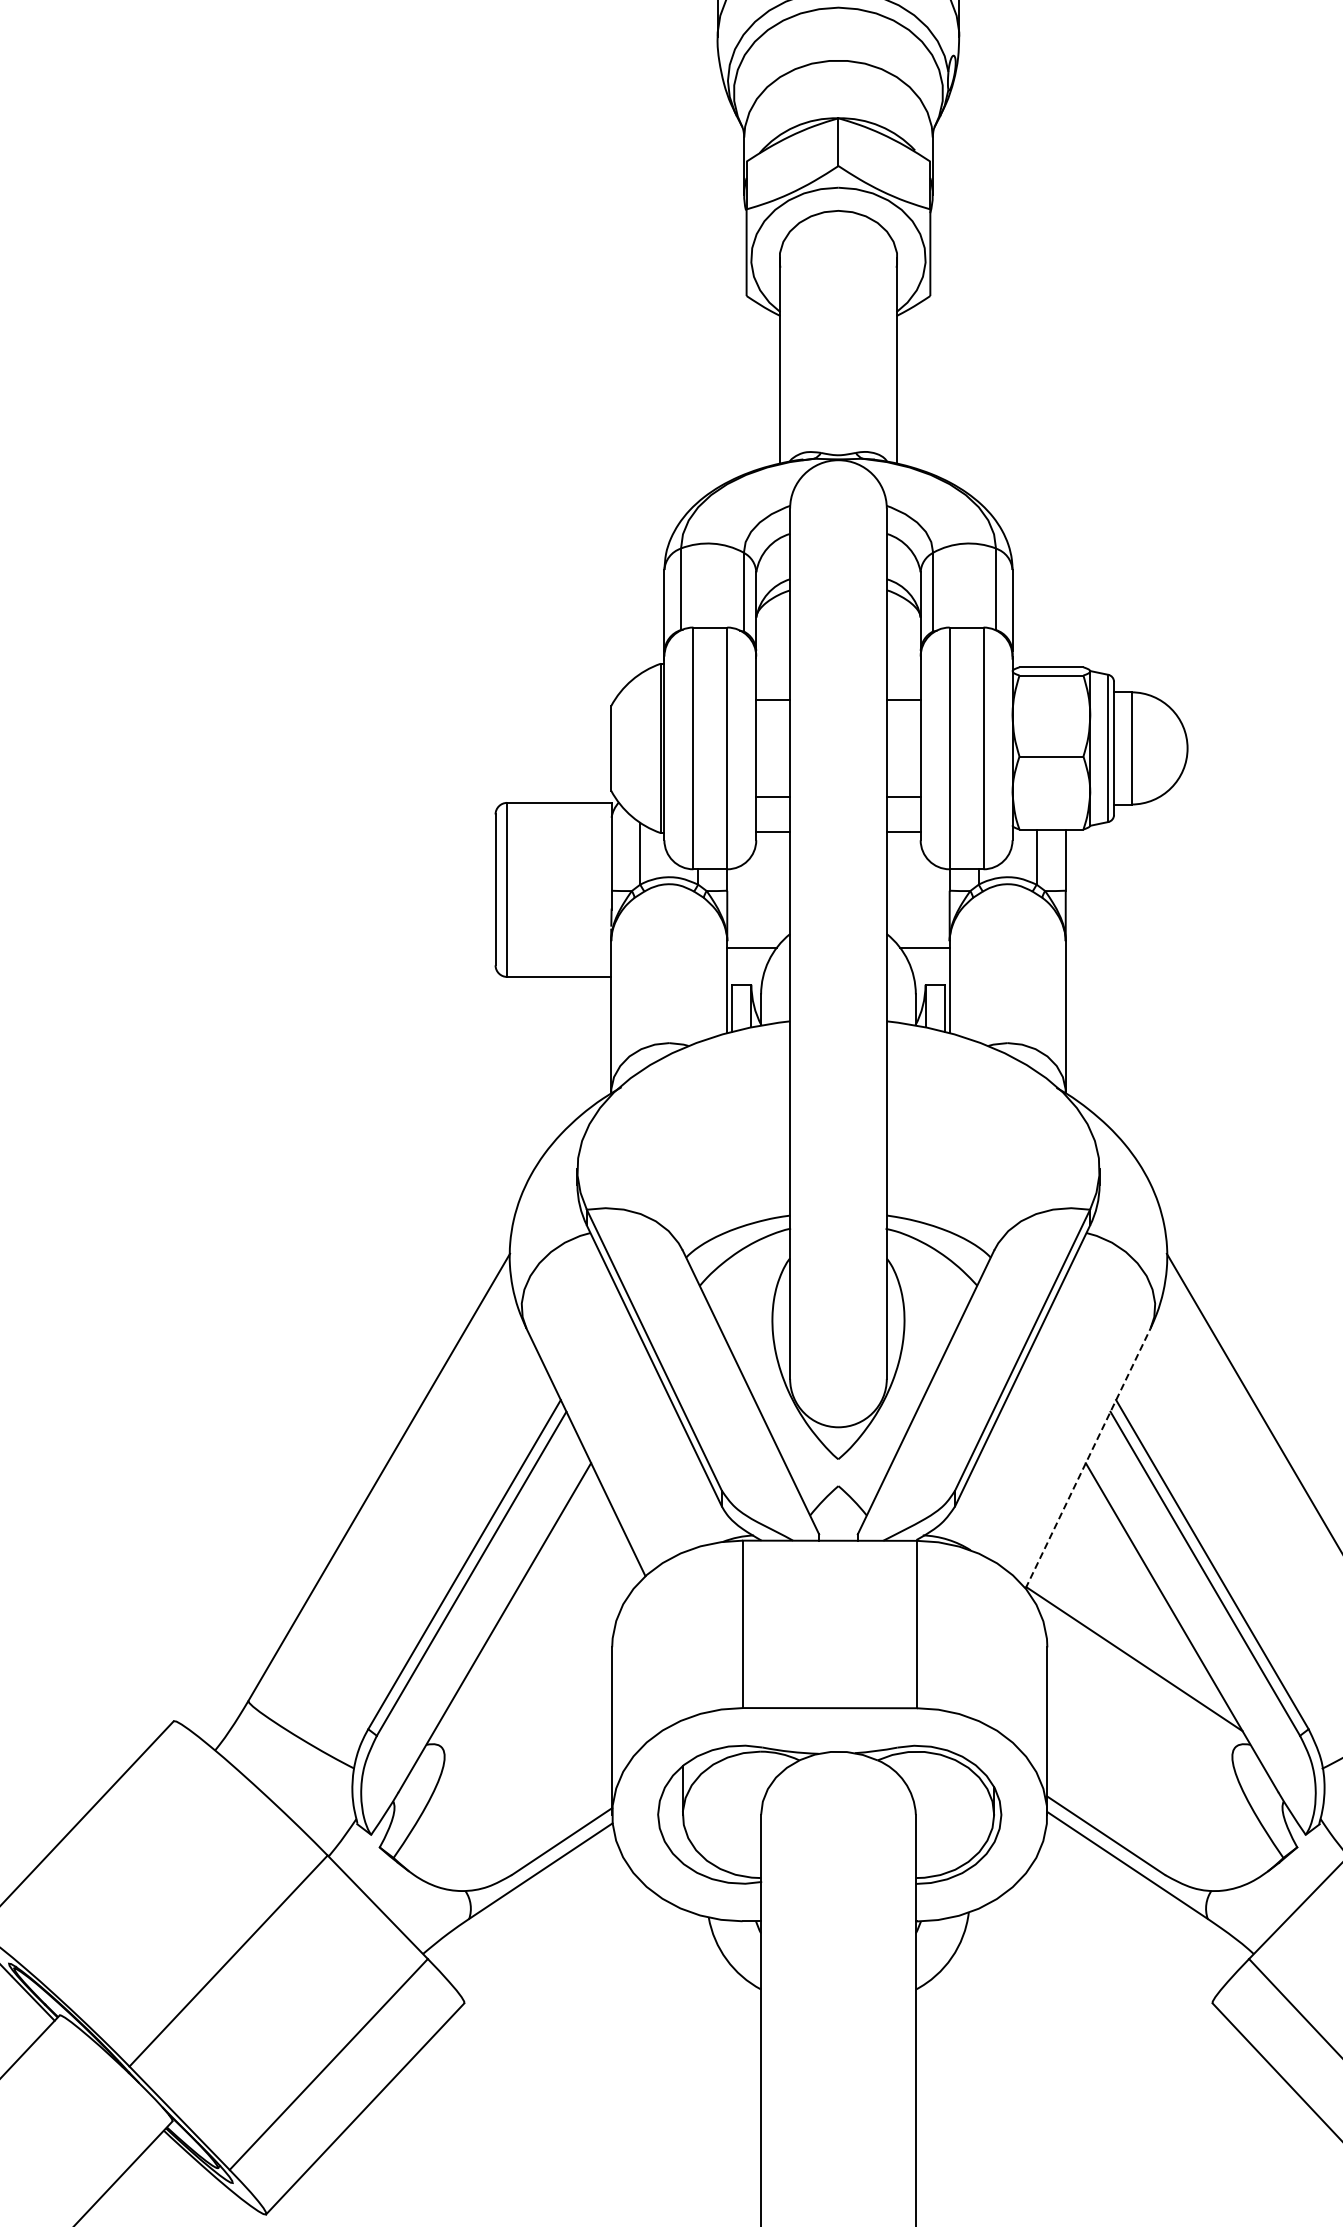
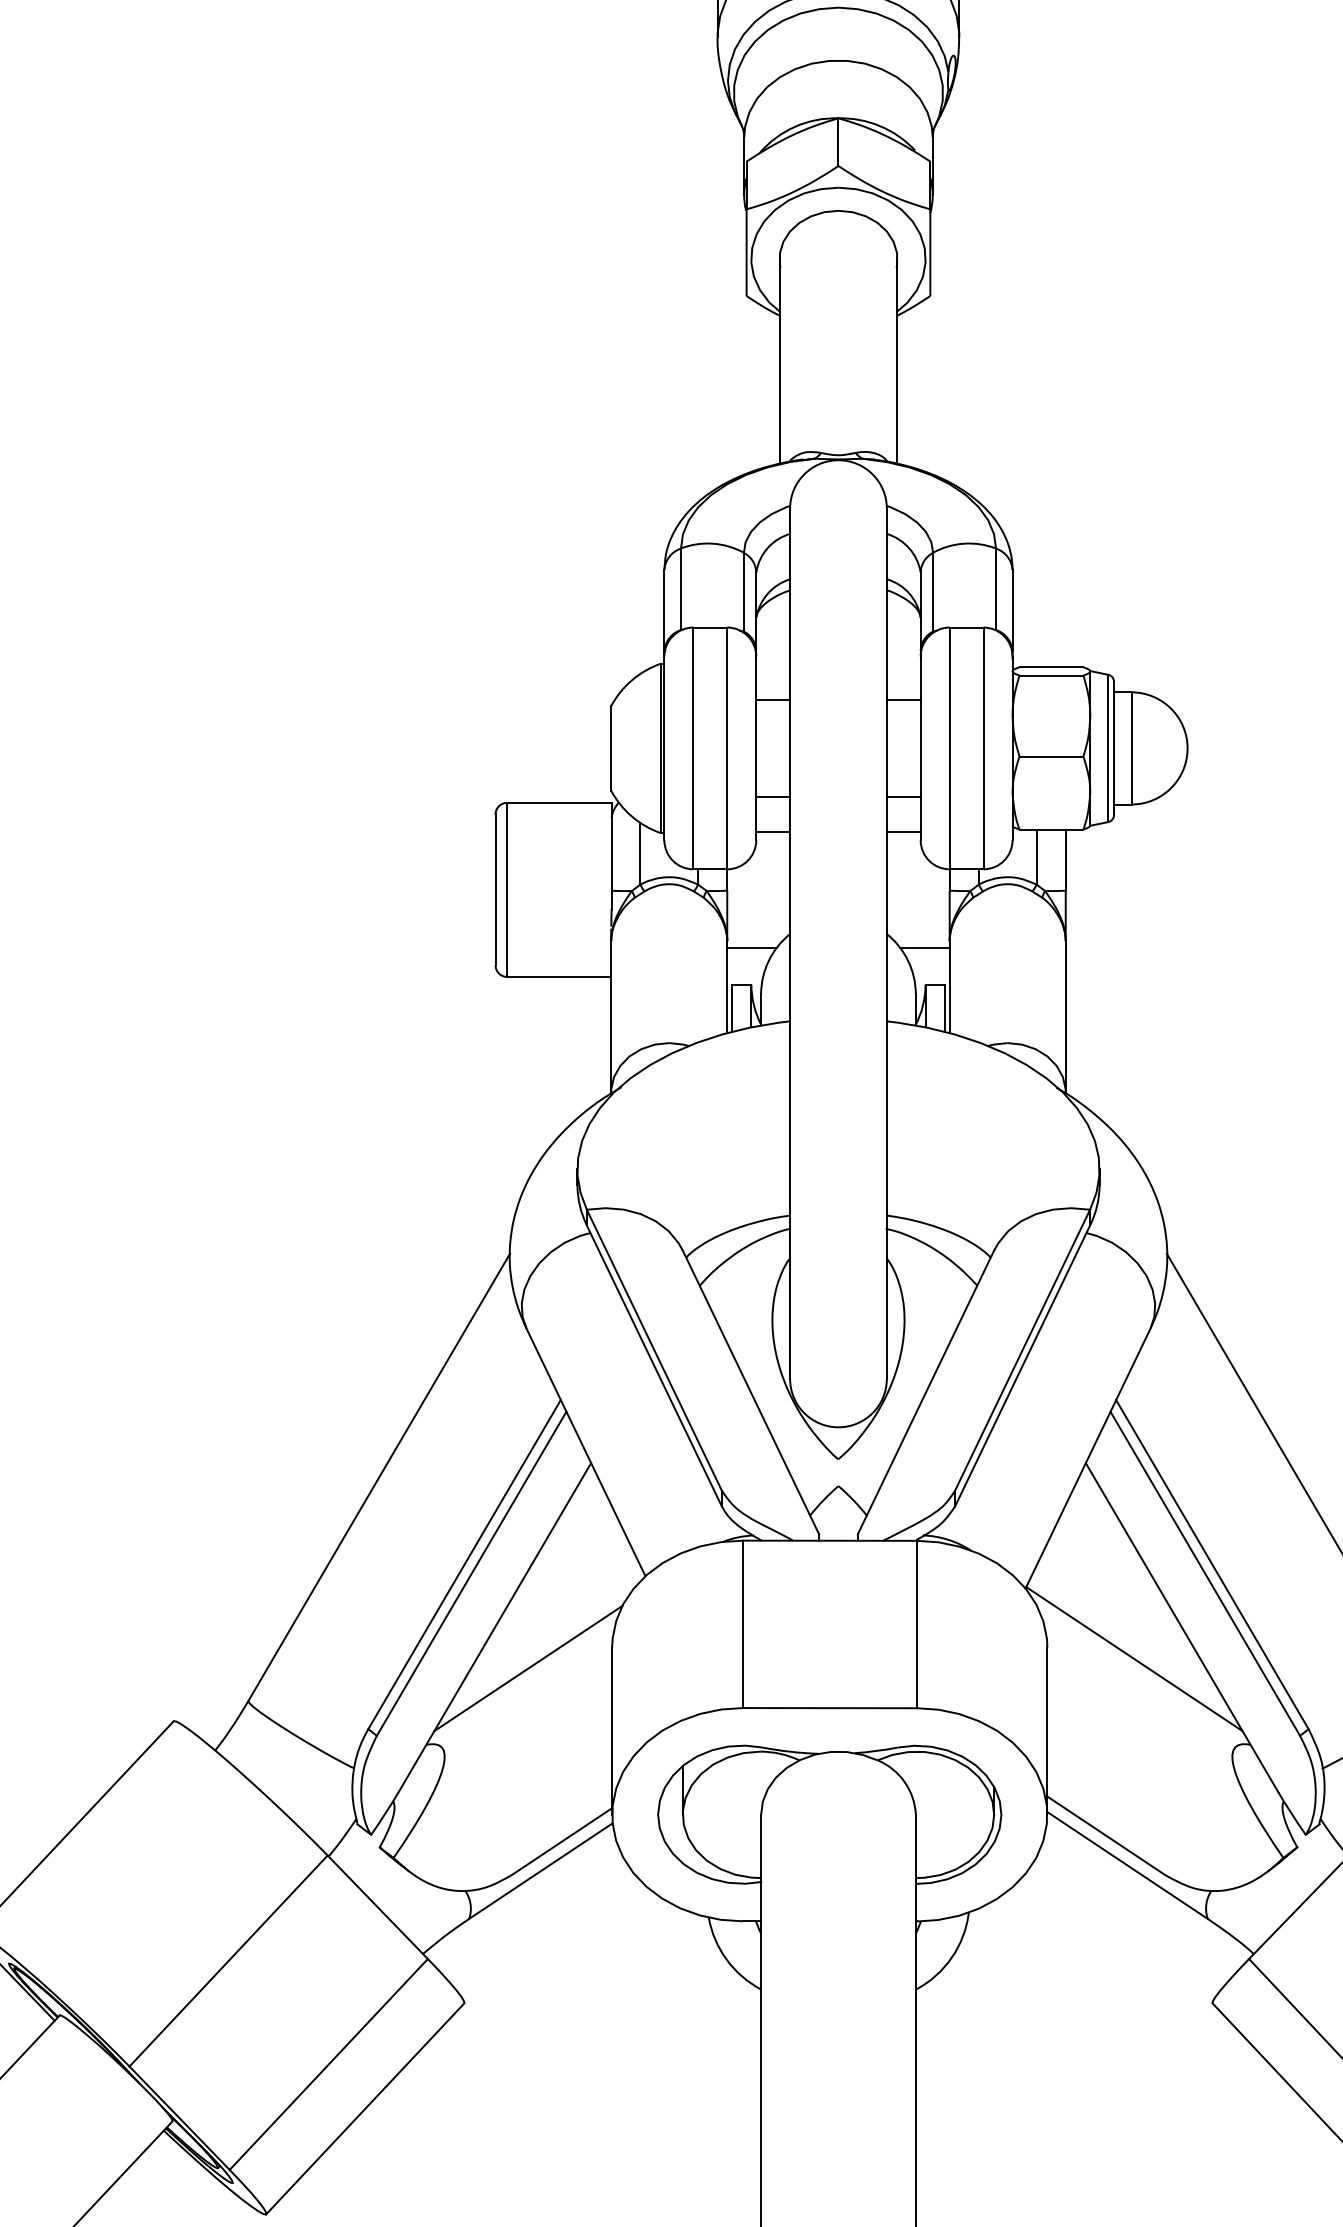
line at (1088, 1458): dashed -> solid
line at (528, 1668): none -> present
